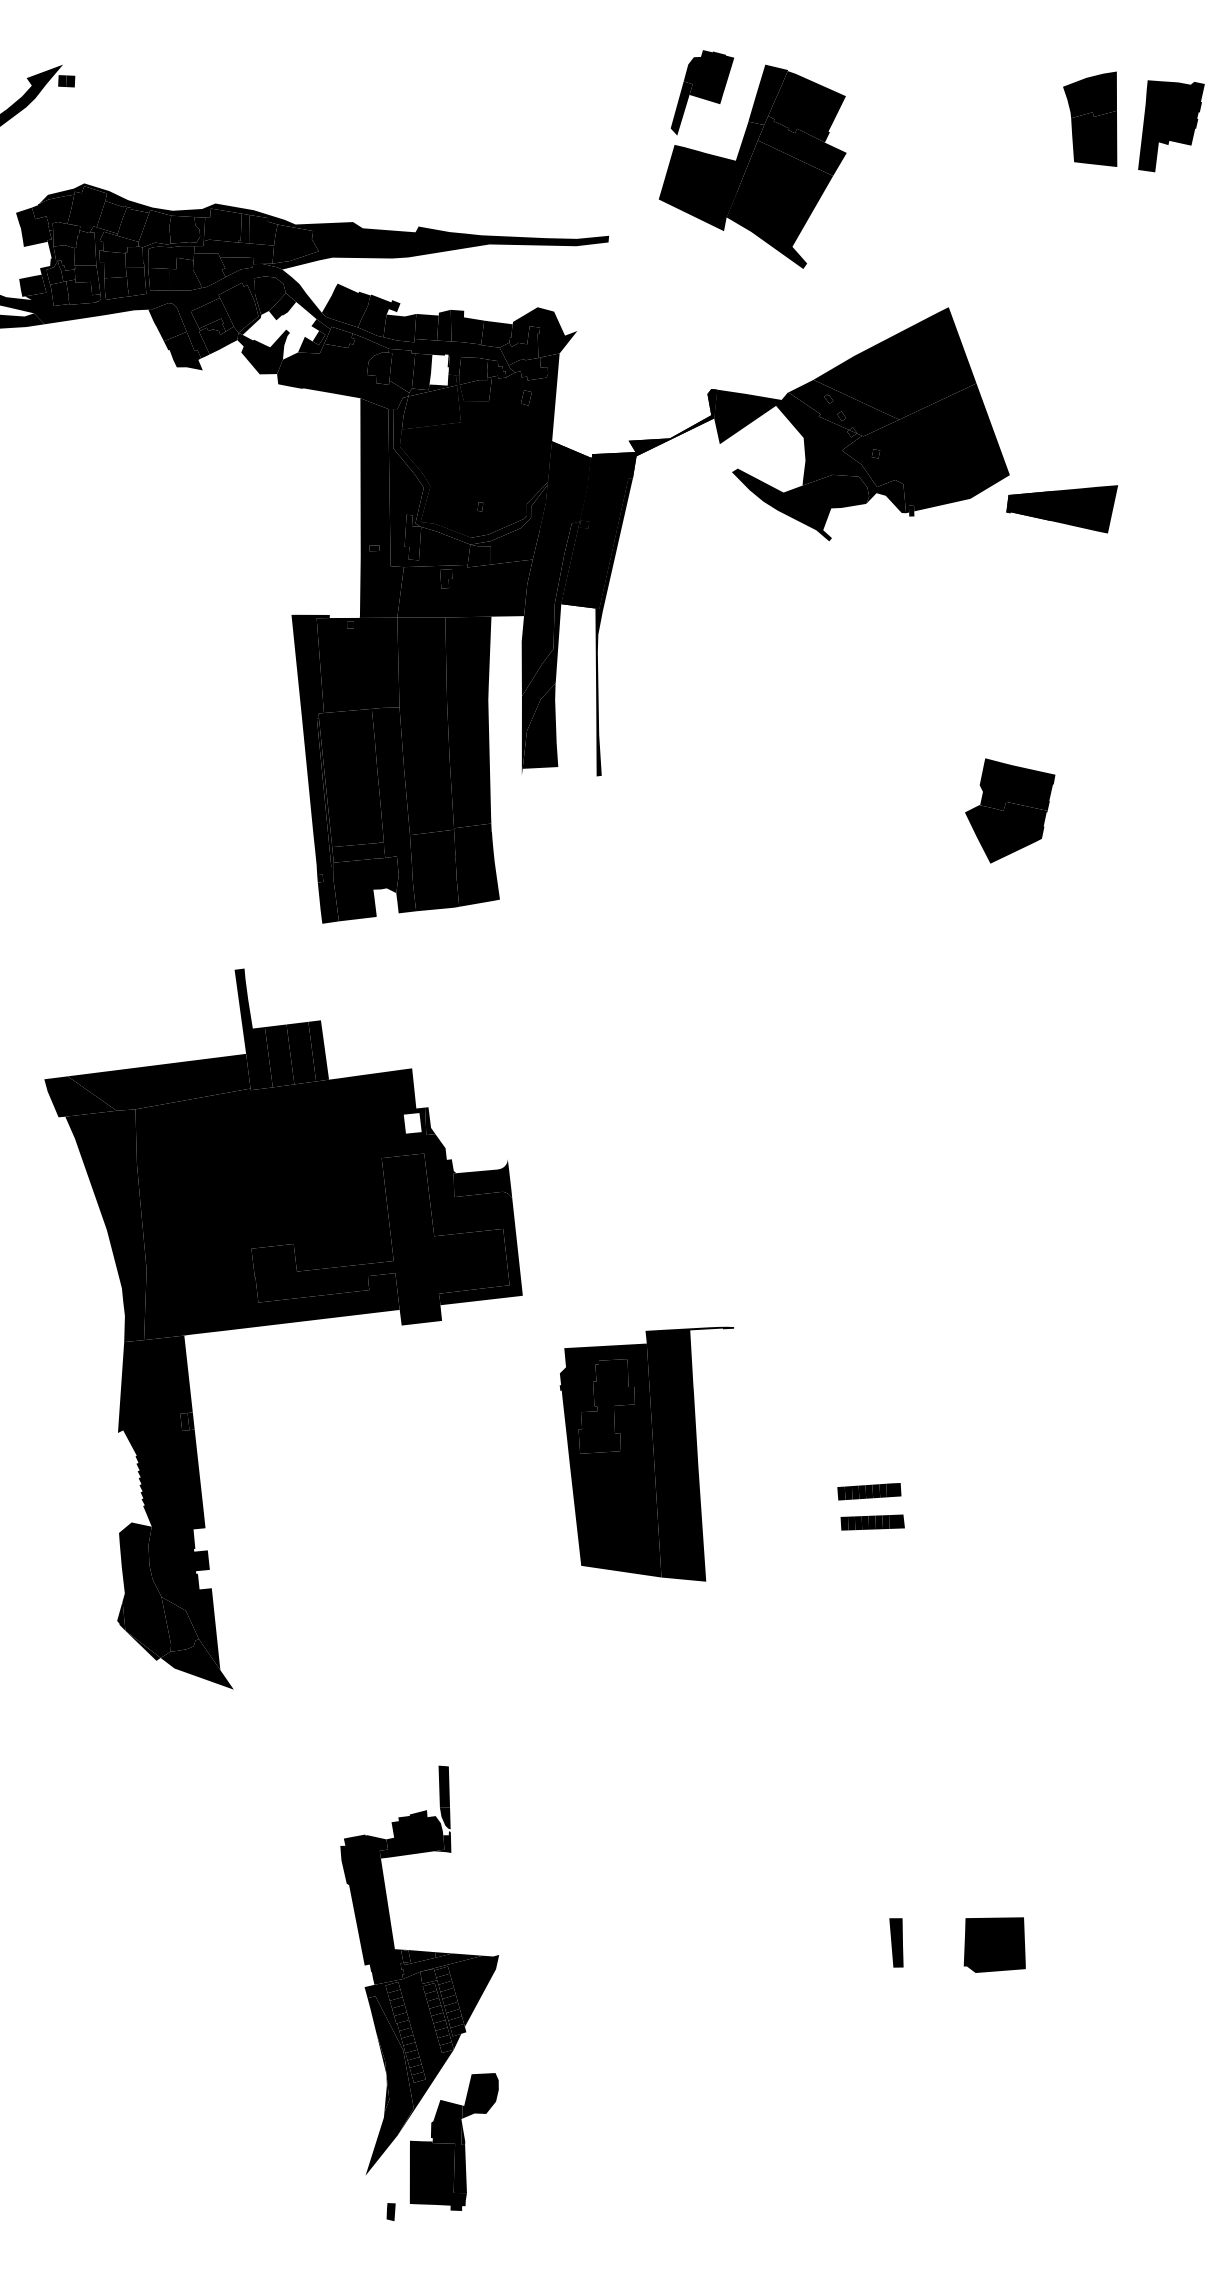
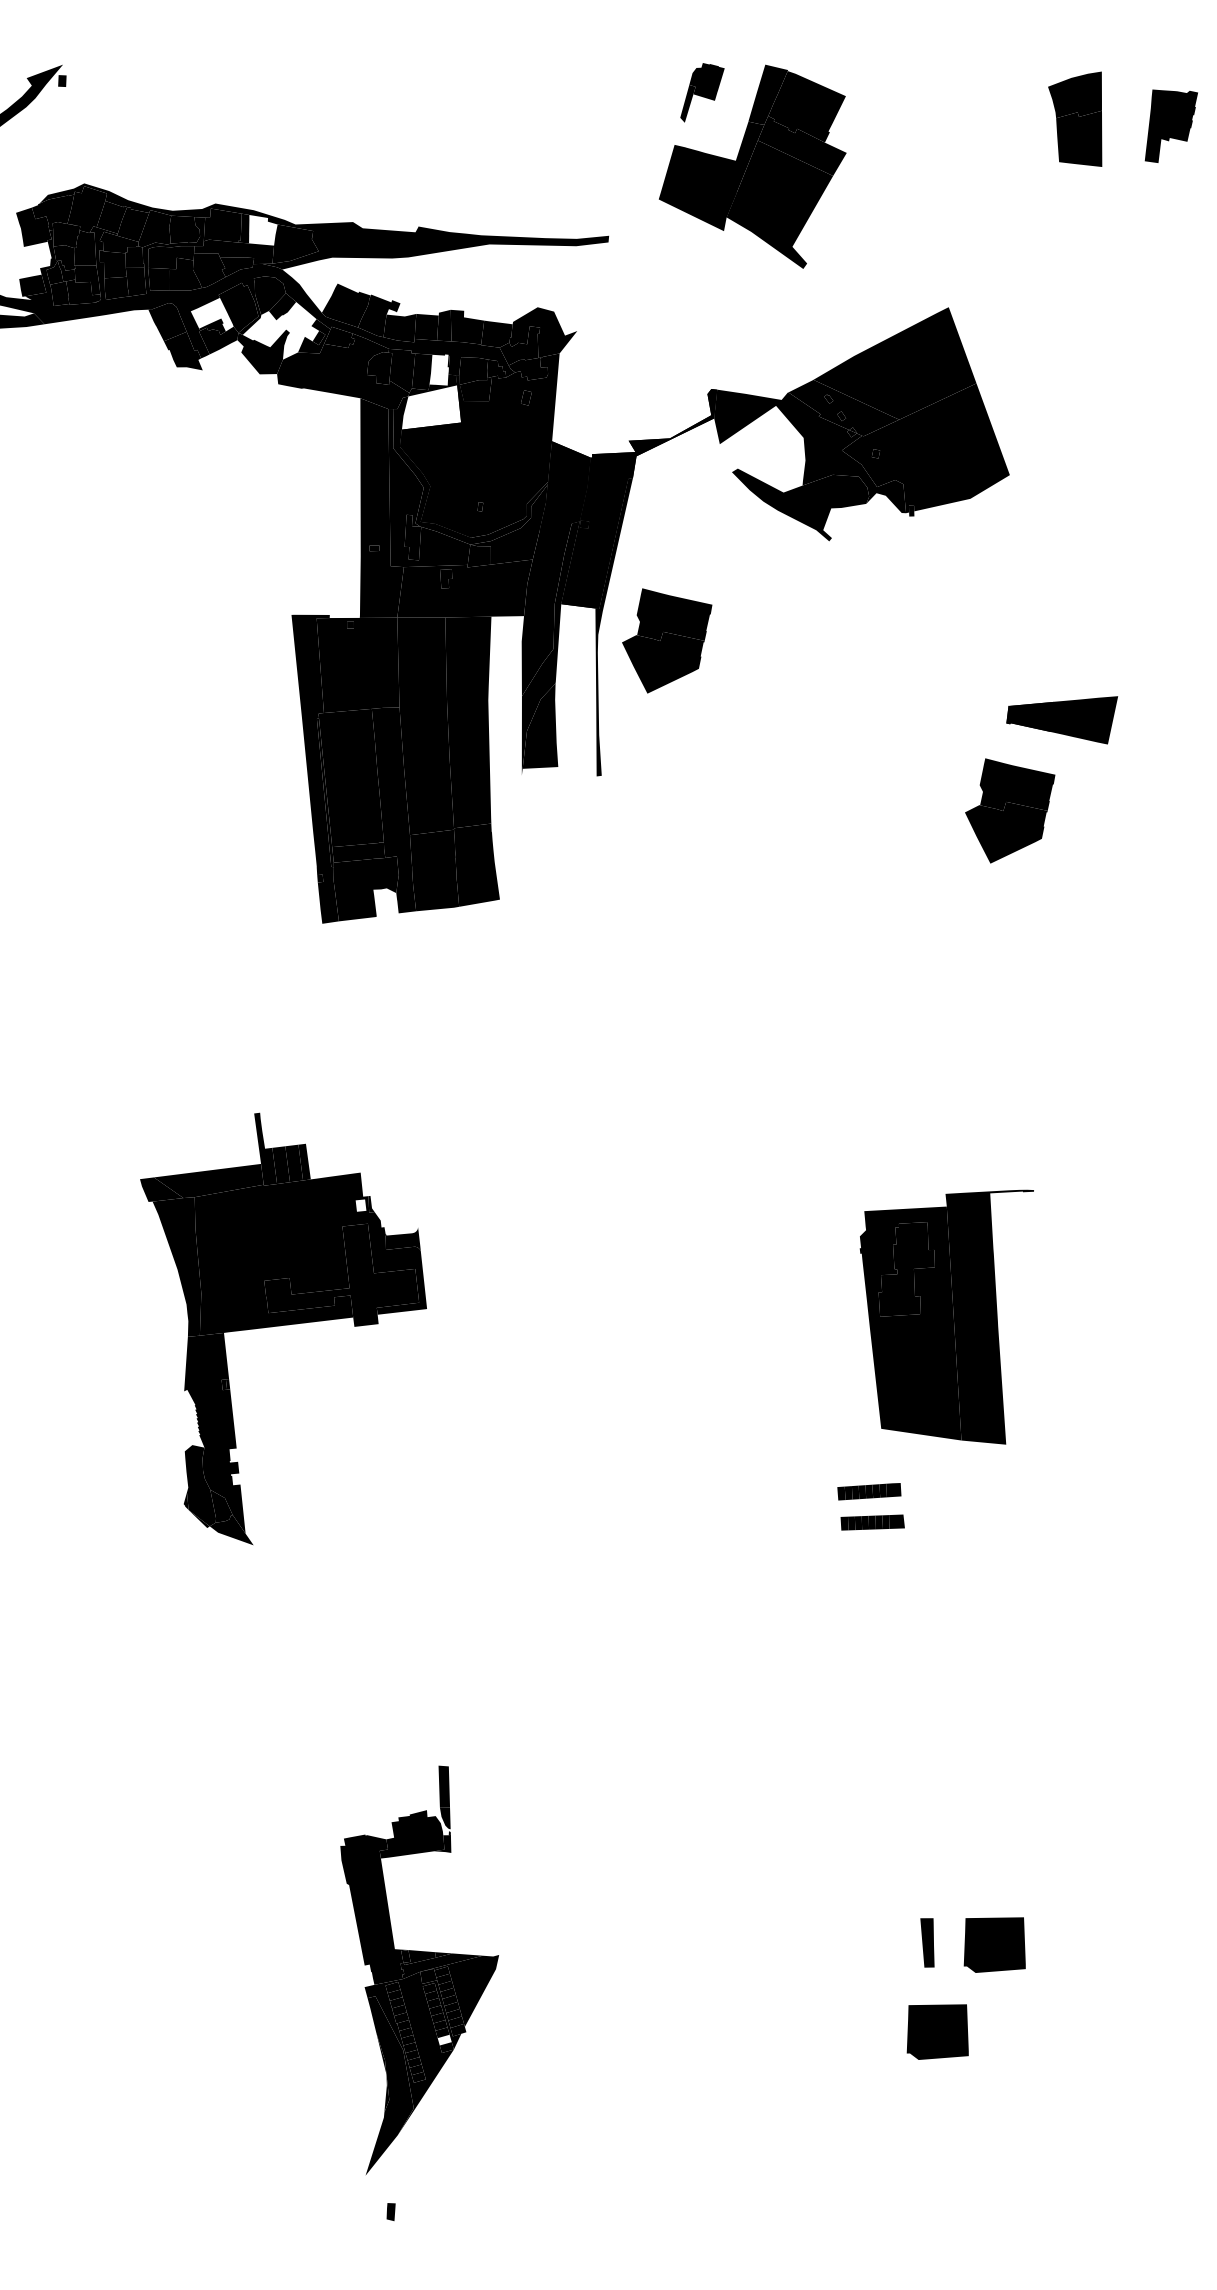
fill at (70, 81): present -> none
part at (702, 92) size: 65x86 px -> 45x60 px
part at (1090, 118) position: (1090, 118) -> (1075, 118)
part at (1171, 126) size: 67x93 px -> 54x74 px
fill at (263, 229): present -> none
fill at (211, 314): present -> none
fill at (431, 407): present -> none
part at (1062, 509) position: (1062, 509) -> (1062, 720)
part at (667, 640): none -> present
part at (283, 1328) size: 479x722 px -> 287x434 px
part at (646, 1453) position: (646, 1453) -> (946, 1316)
part at (896, 1942) position: (896, 1942) -> (927, 1942)
part at (937, 2031): none -> present
fill at (444, 2039): present -> none
part at (453, 2141): present -> none
